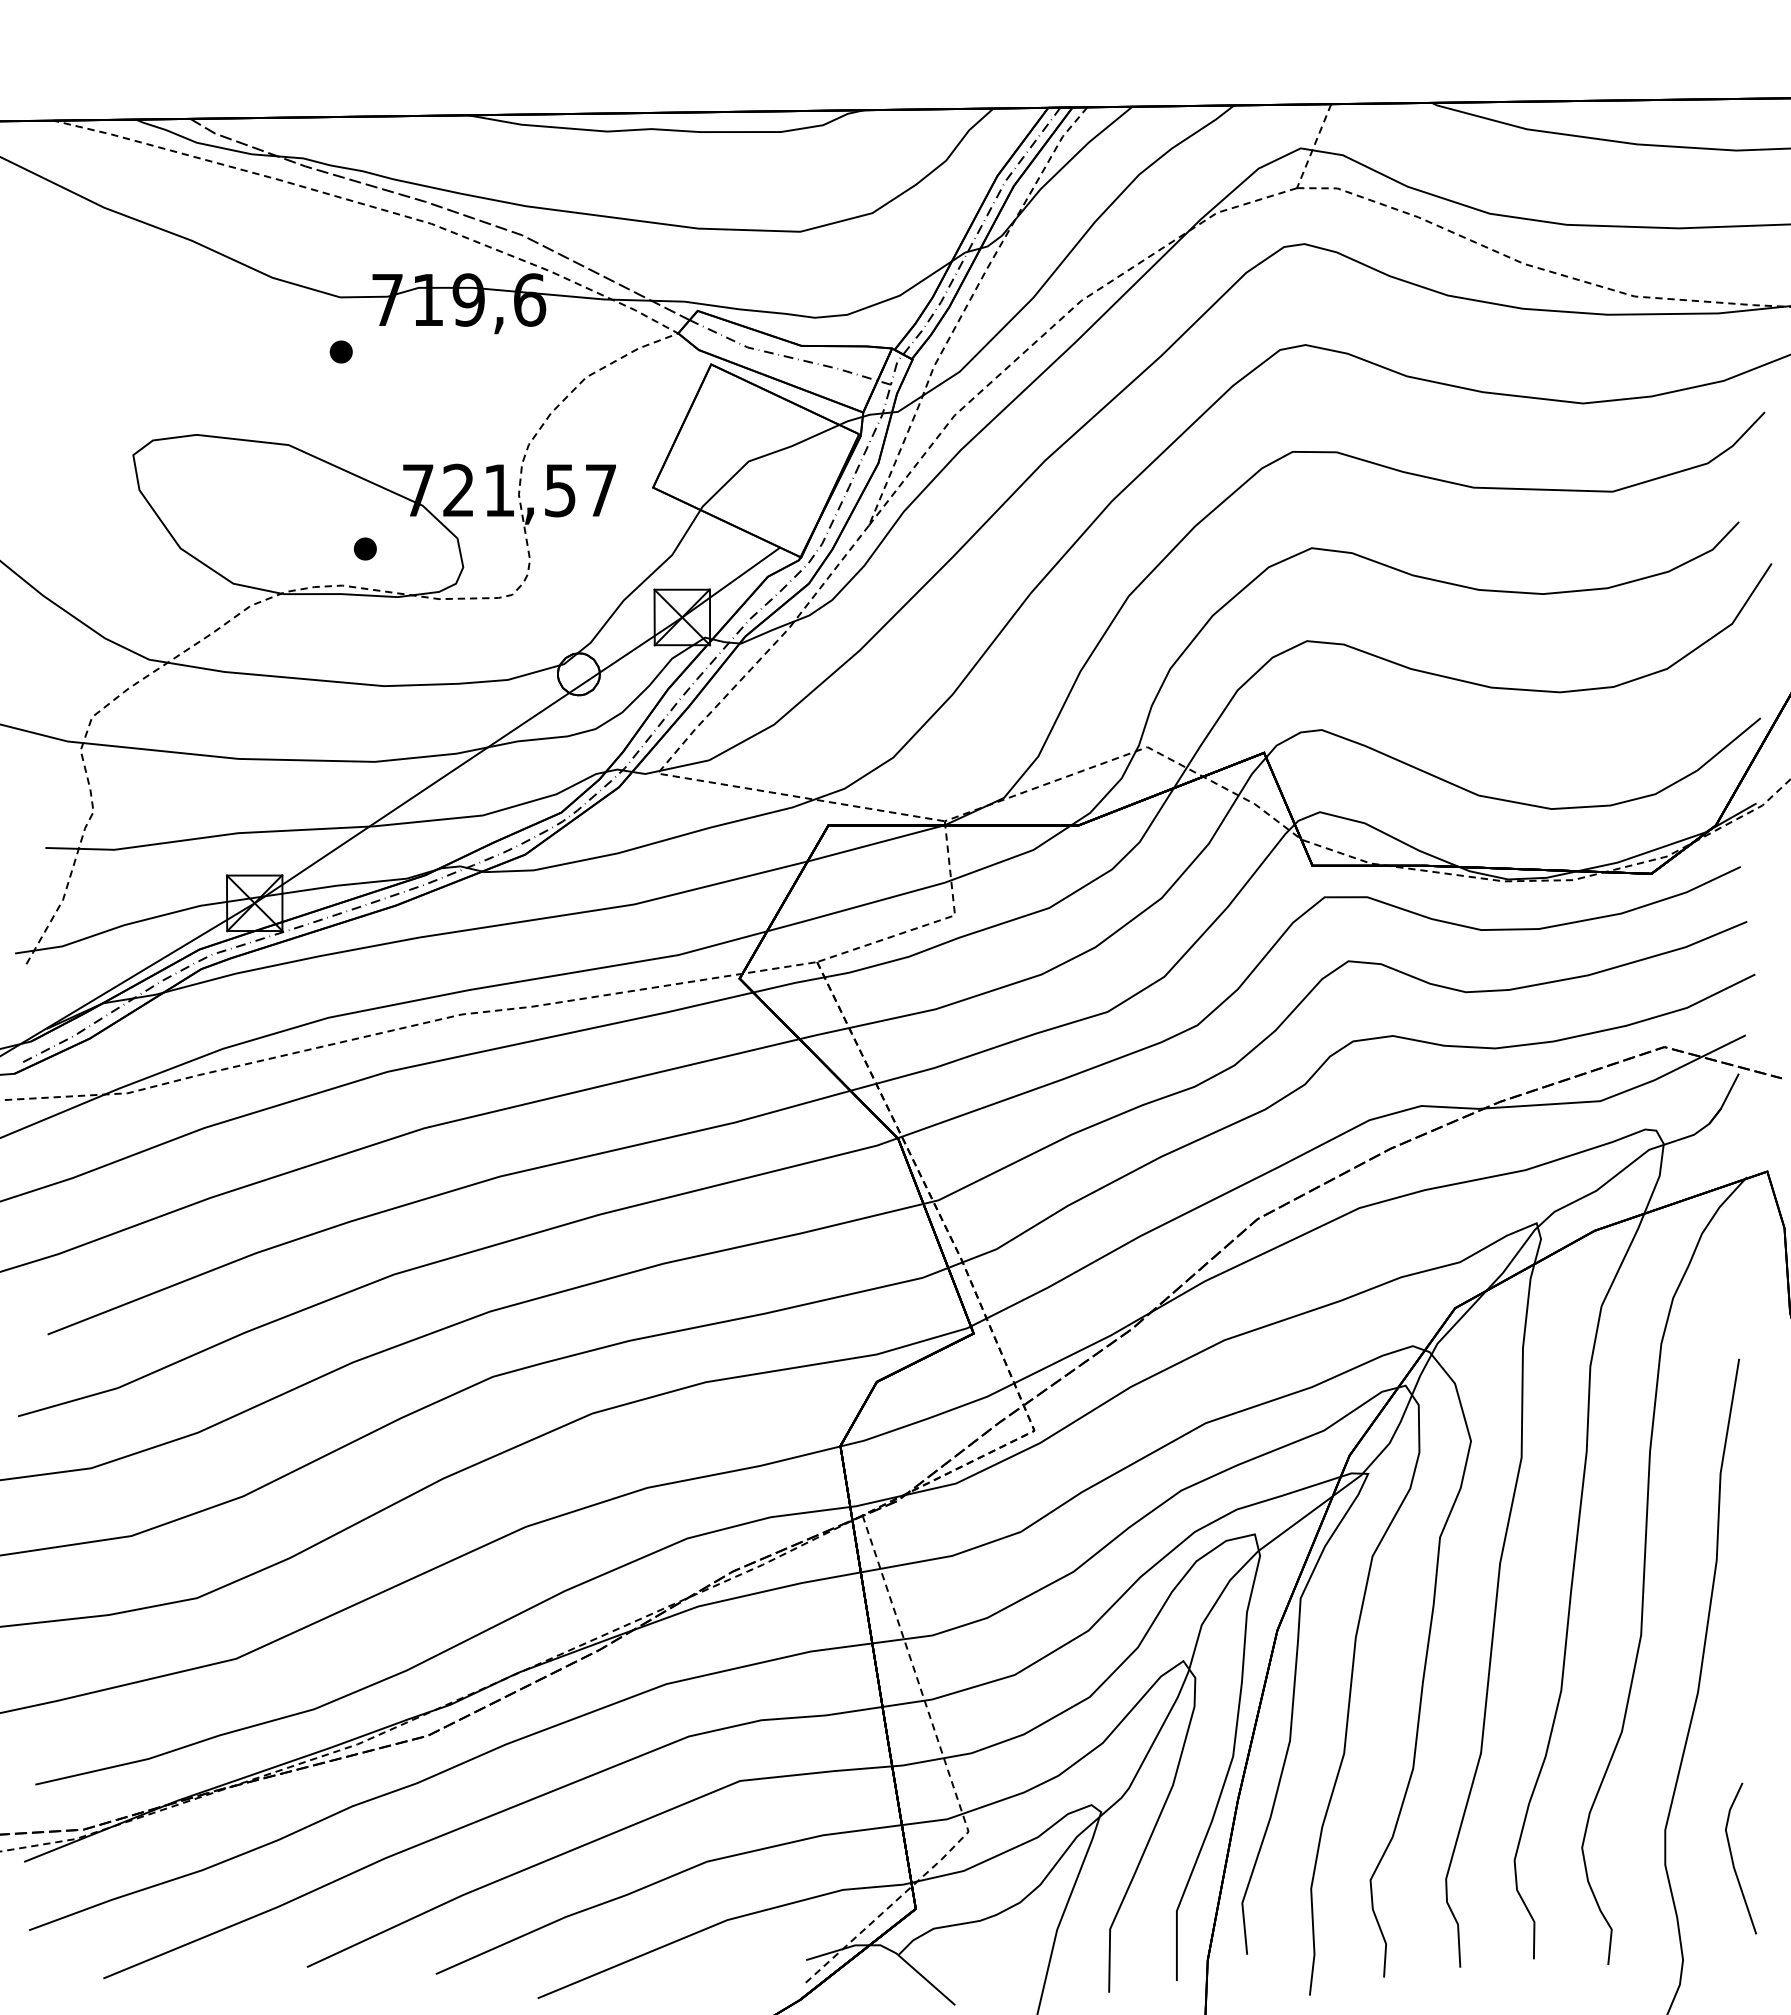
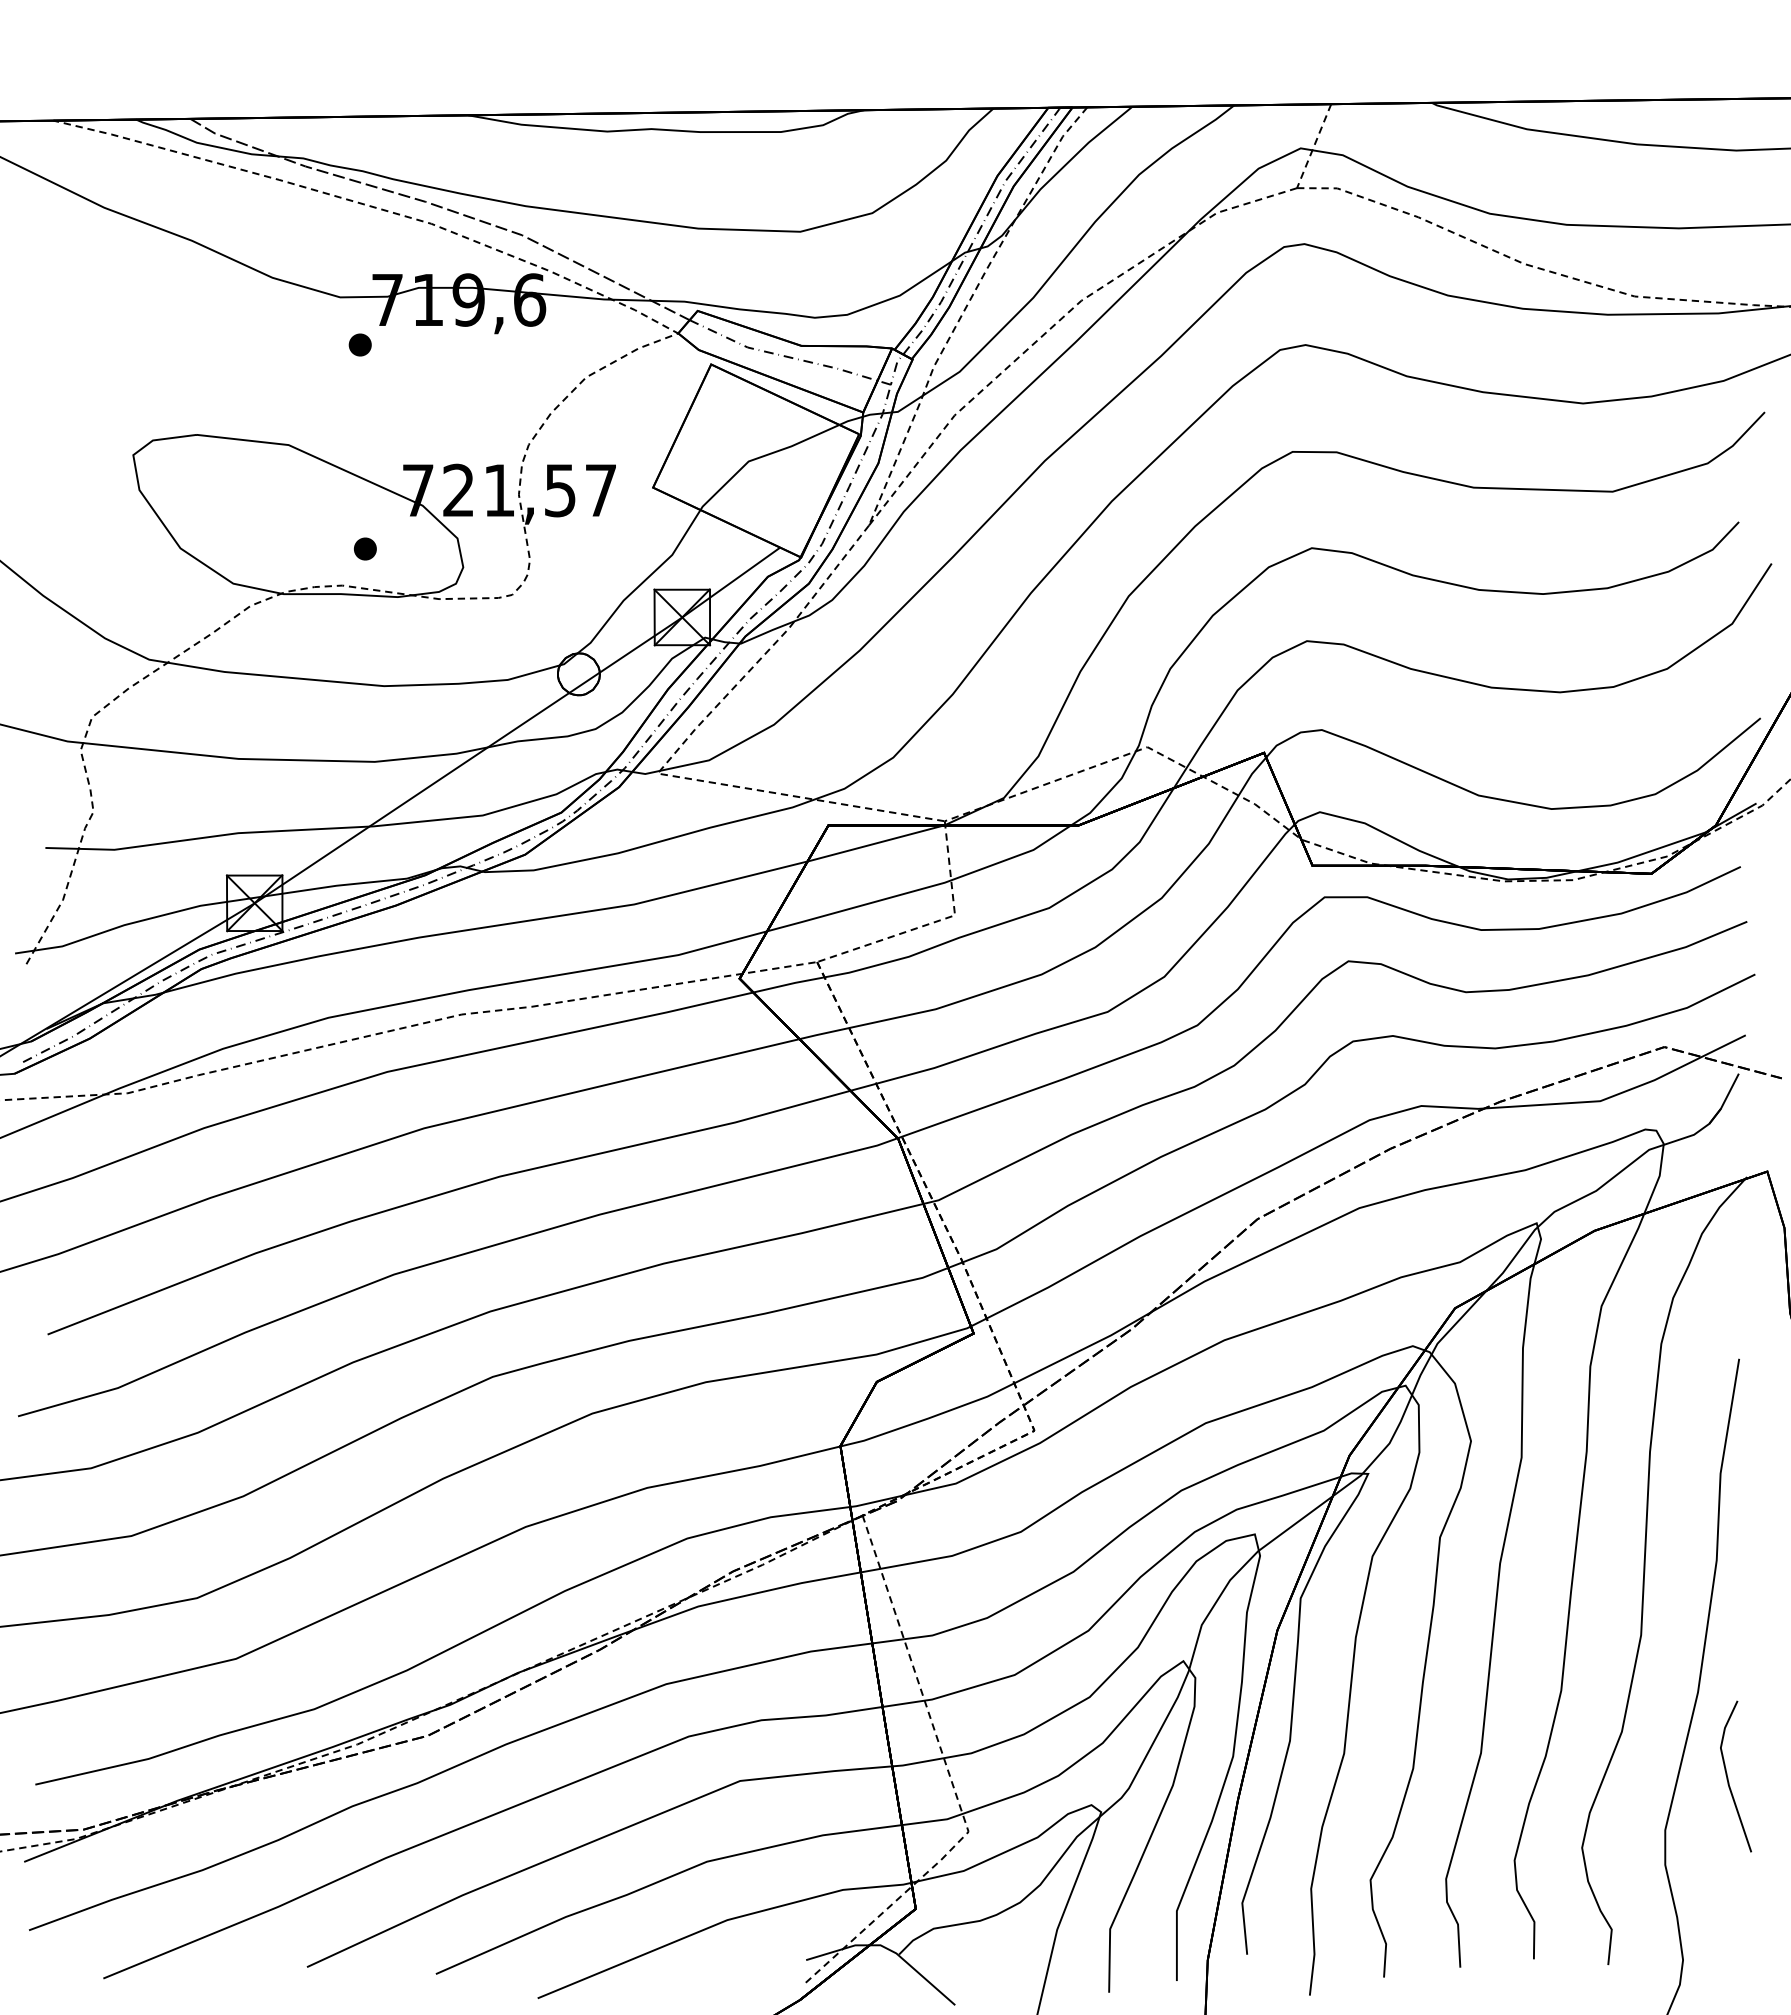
part at (340, 351) position: (340, 351) -> (359, 344)
line at (1733, 1859) position: (1733, 1859) -> (1728, 1777)
